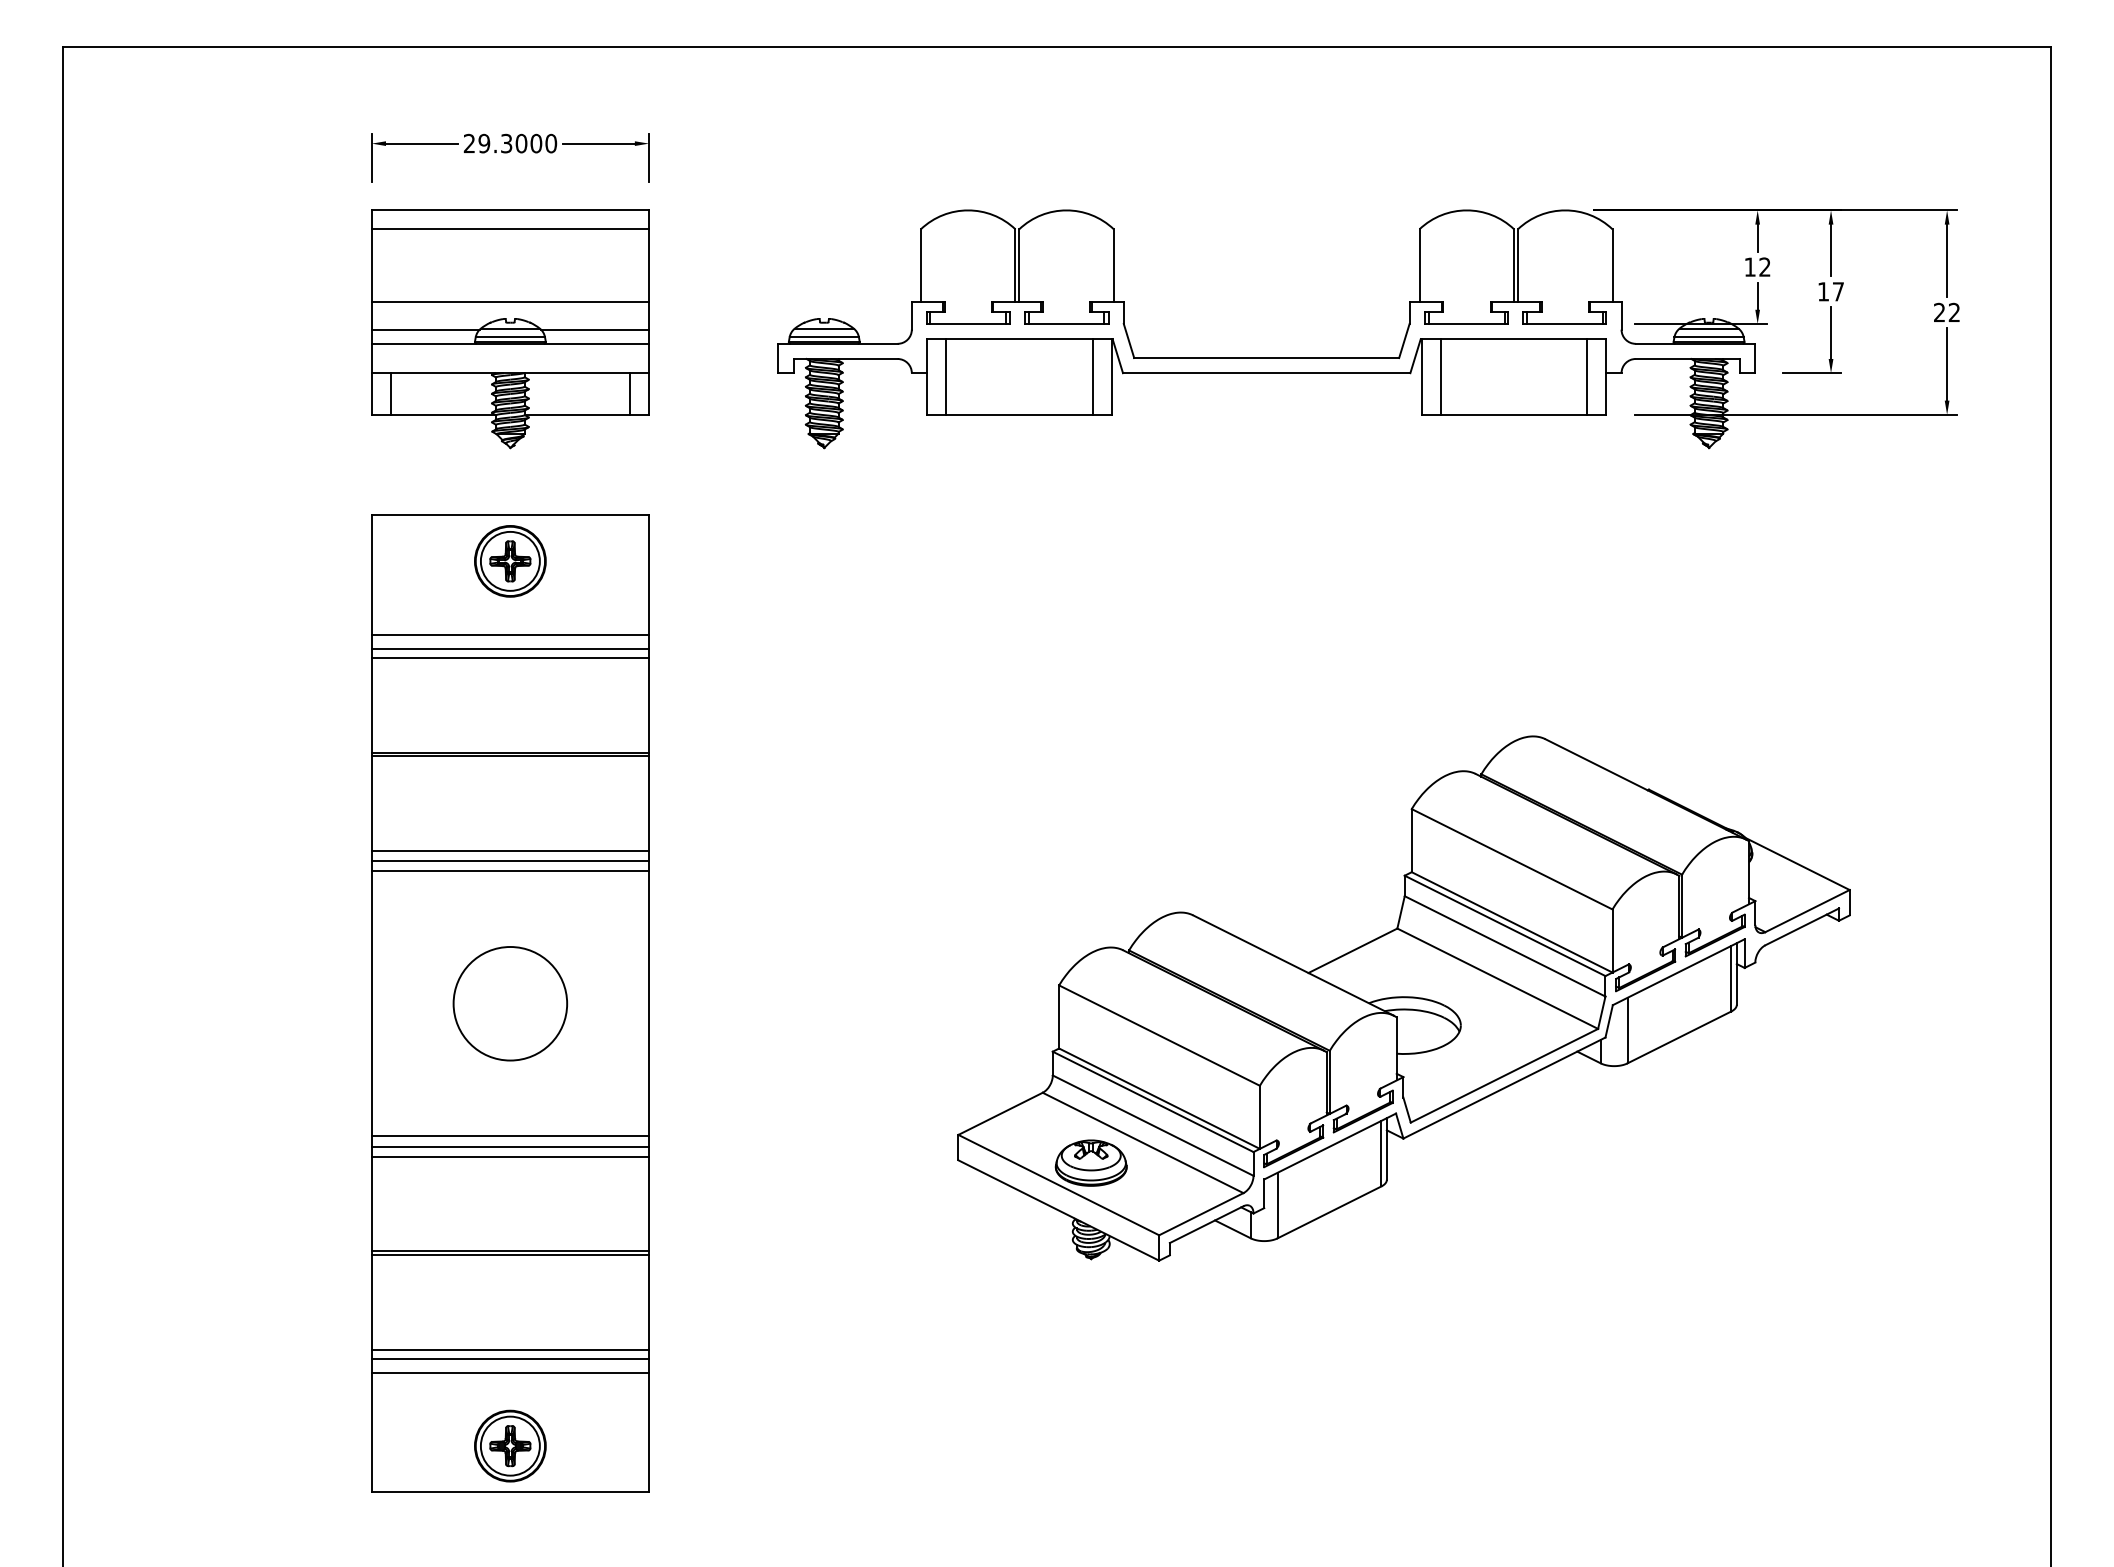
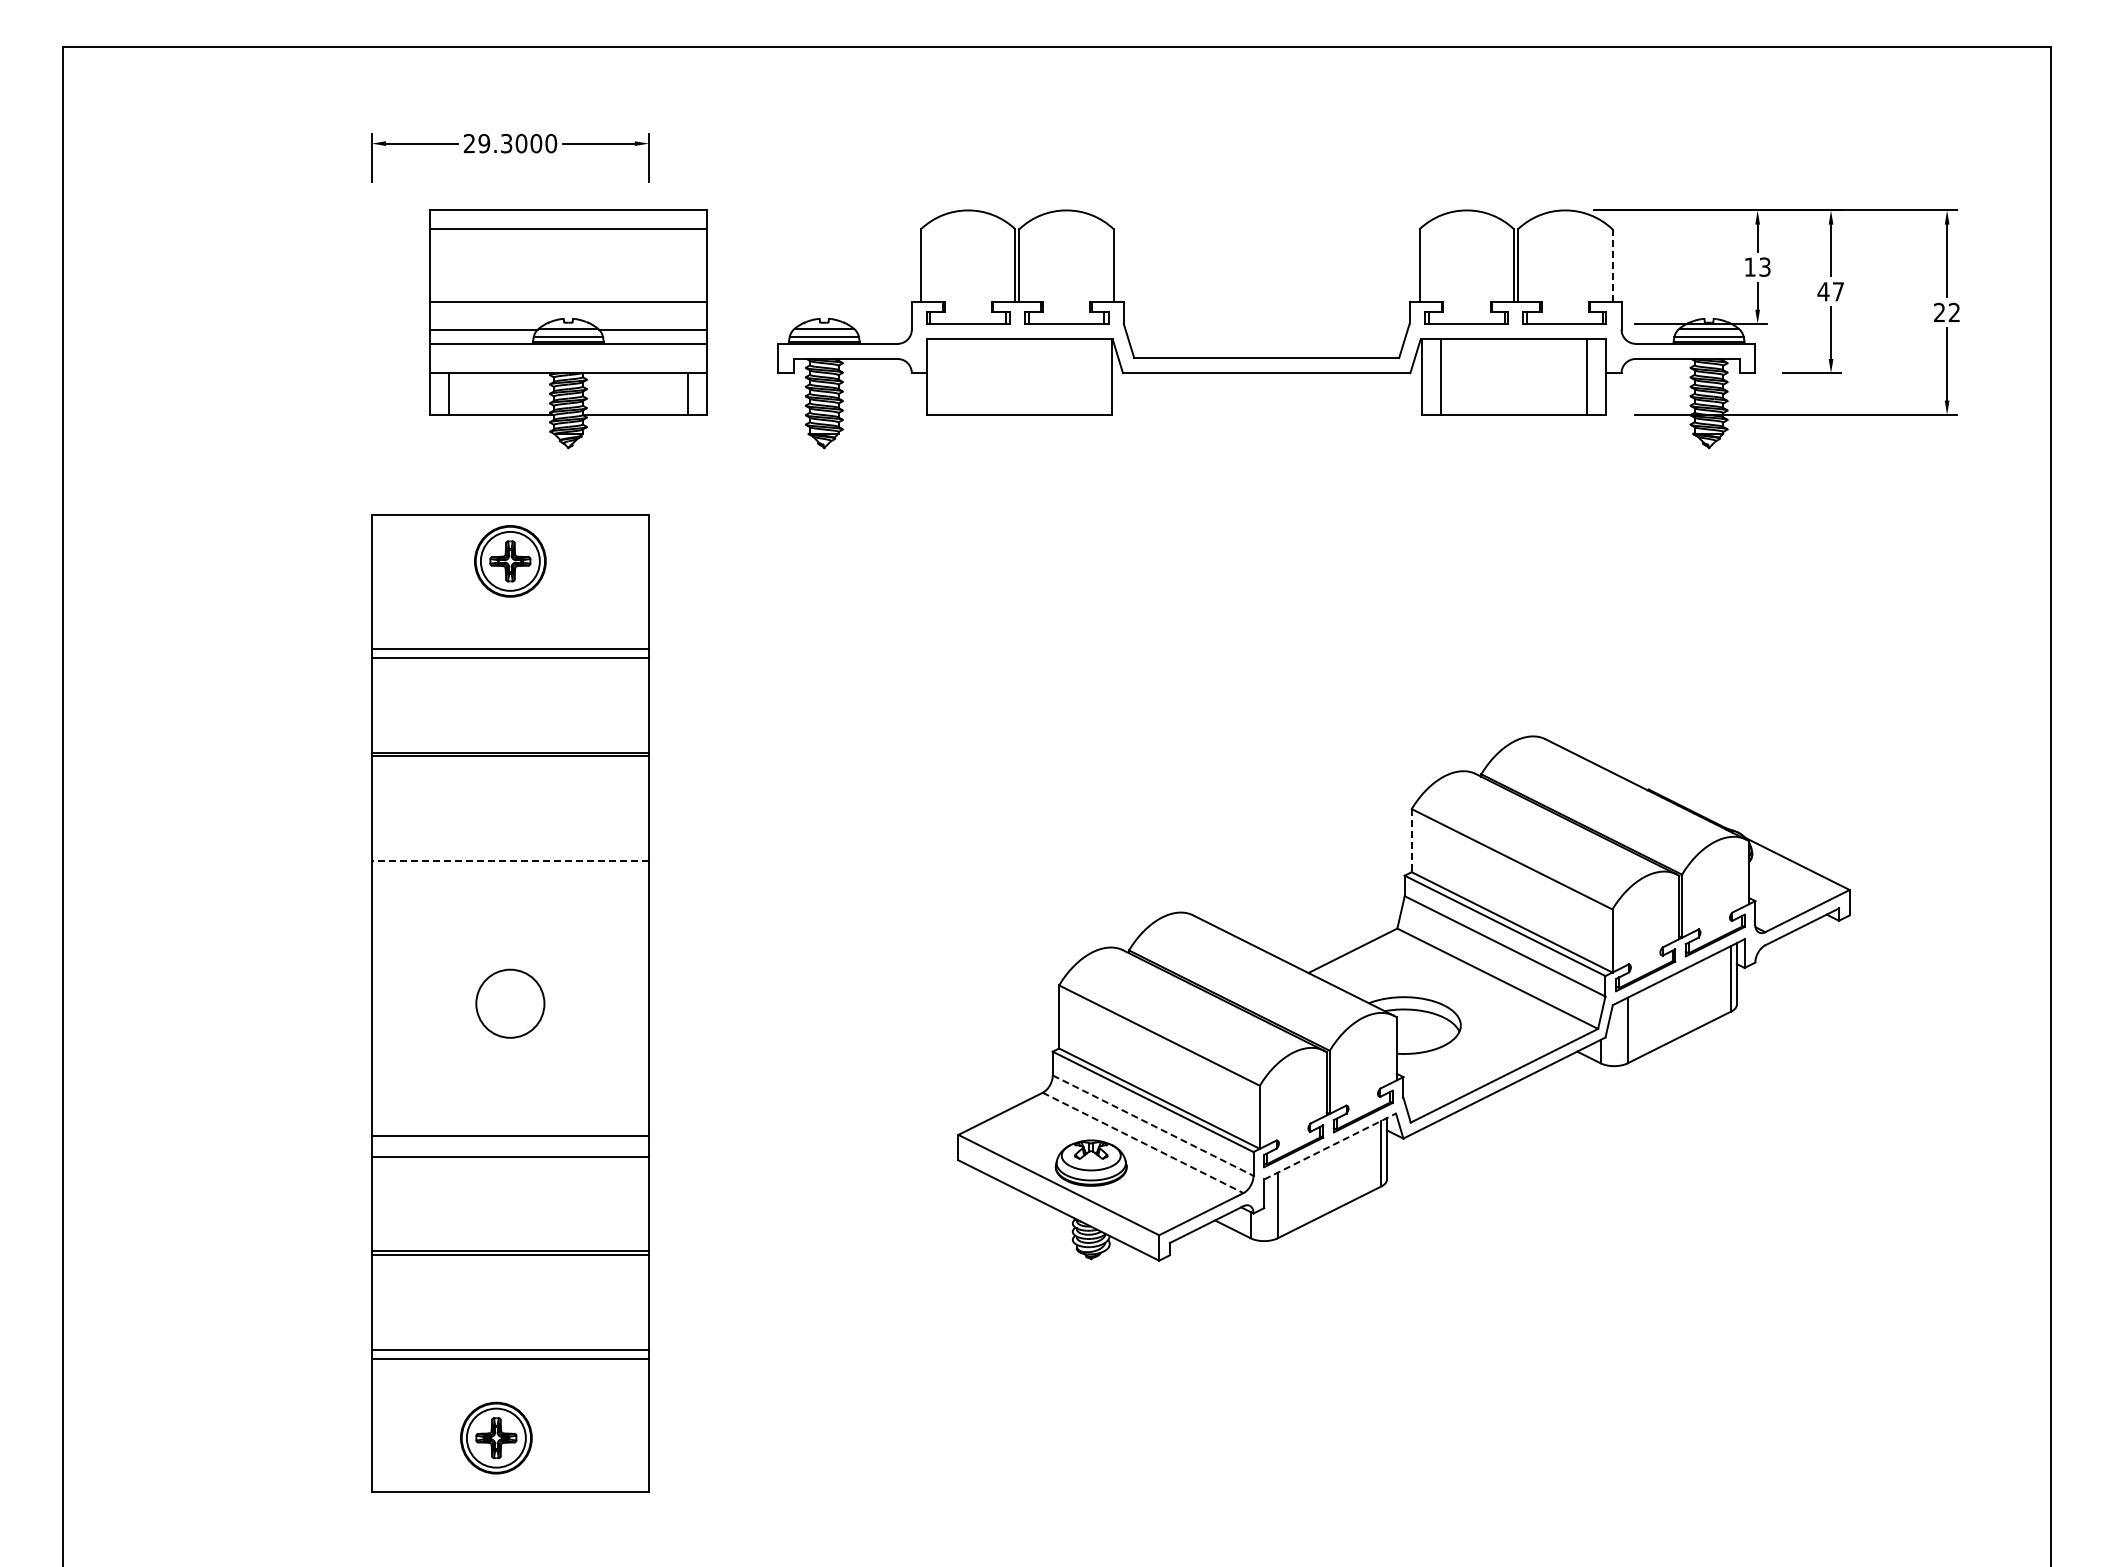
line at (1612, 265): solid -> dashed
text at (1764, 266): 12 -> 13
text at (1823, 291): 17 -> 47
part at (510, 329) position: (510, 329) -> (568, 329)
line at (945, 376): present -> none
line at (1092, 376): present -> none
line at (510, 634): present -> none
line at (1411, 840): solid -> dashed
line at (510, 850): present -> none
line at (510, 860): solid -> dashed
line at (510, 871): present -> none
circle at (510, 1003) diameter: 114 px -> 68 px
line at (1153, 1125): solid -> dashed
line at (1143, 1143): solid -> dashed
line at (510, 1146): present -> none
line at (1330, 1146): solid -> dashed
line at (510, 1372): present -> none
part at (510, 1445) position: (510, 1445) -> (496, 1437)
